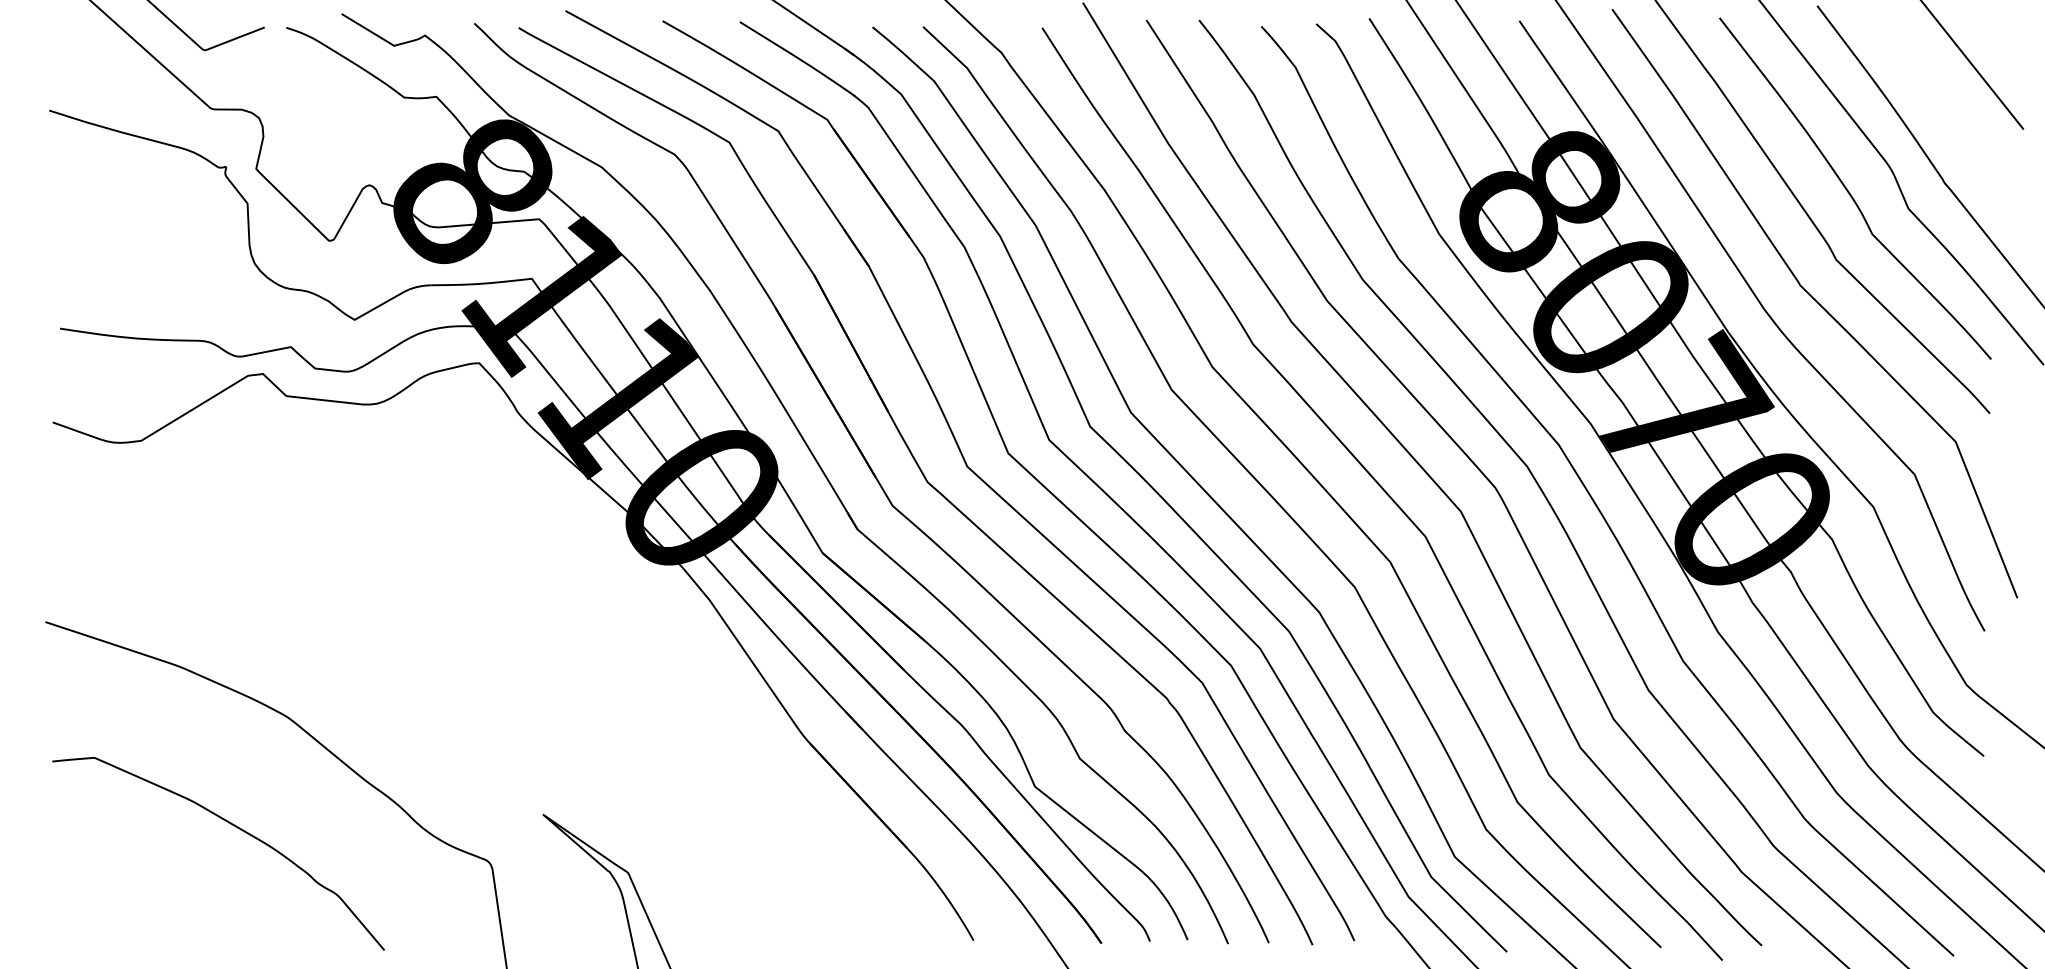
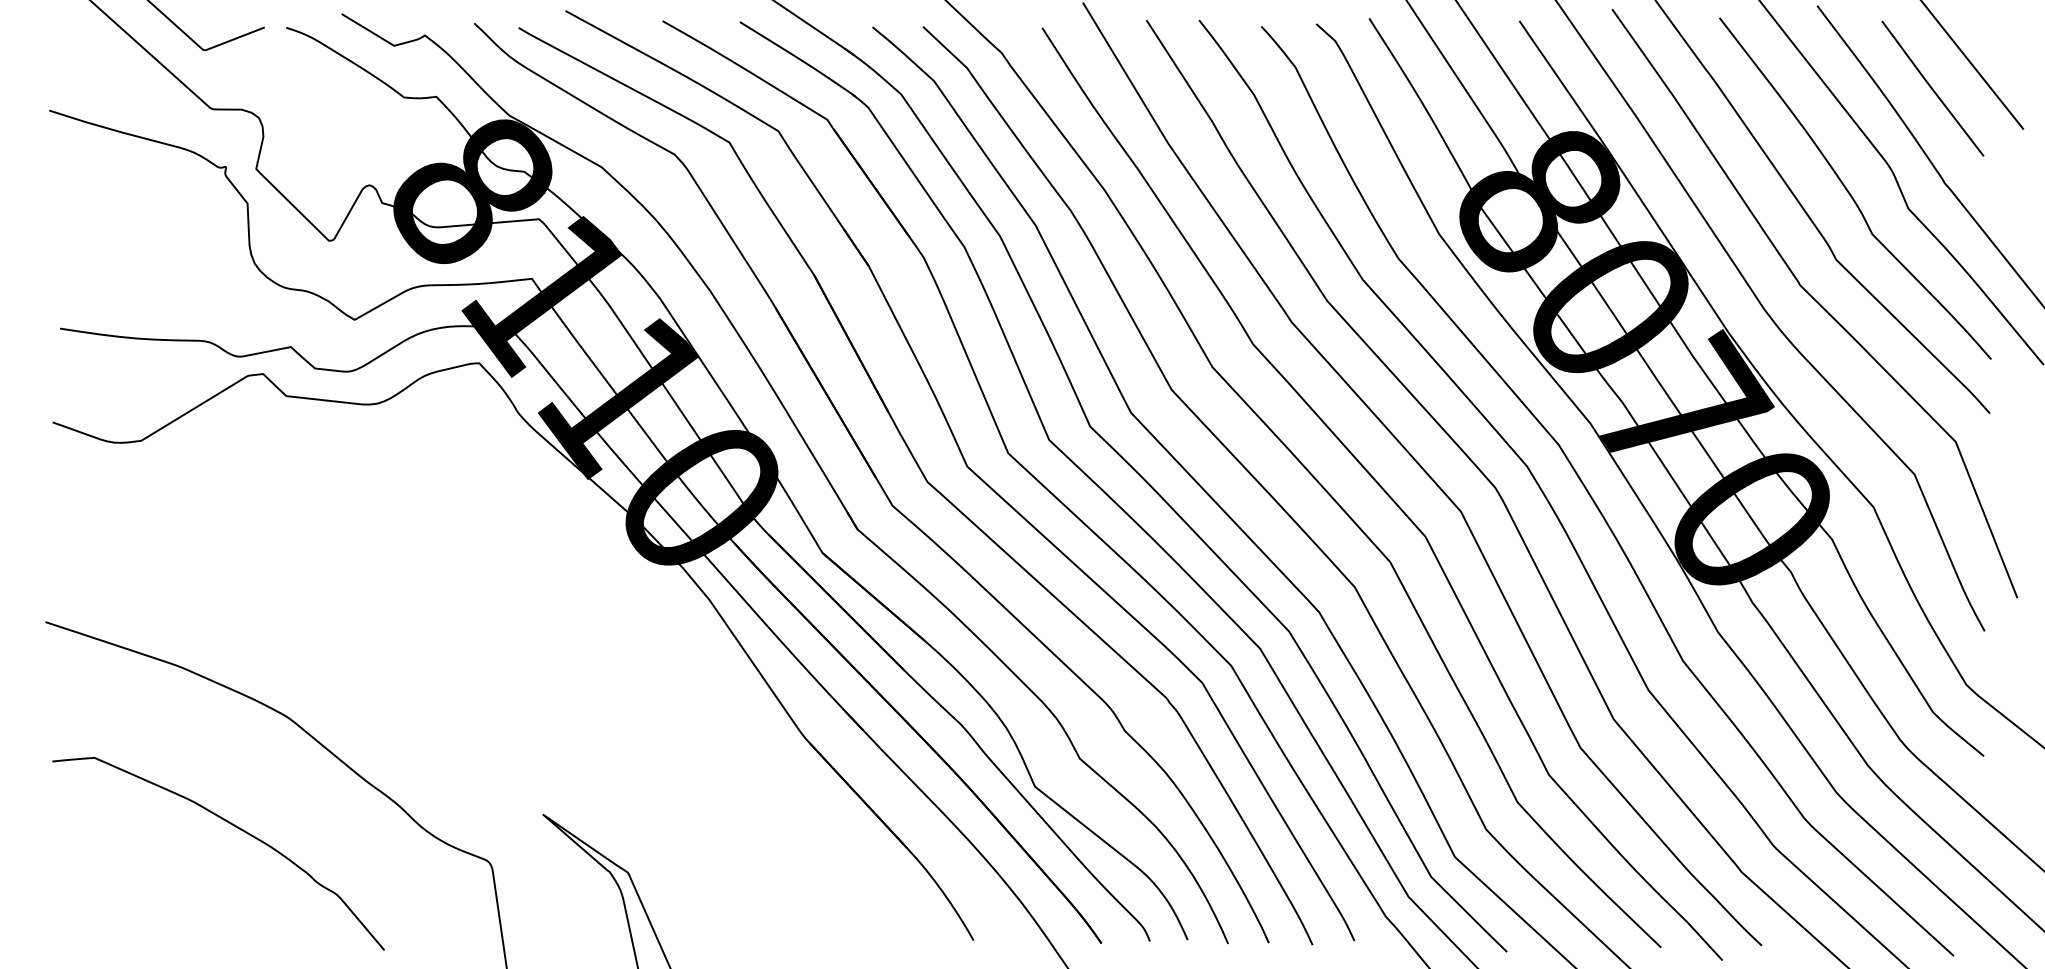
line at (1932, 88): none -> present
